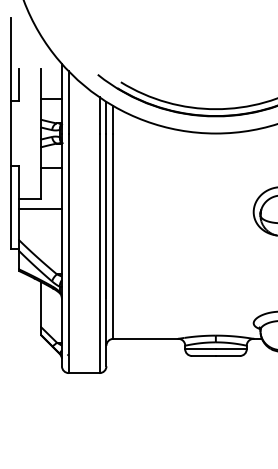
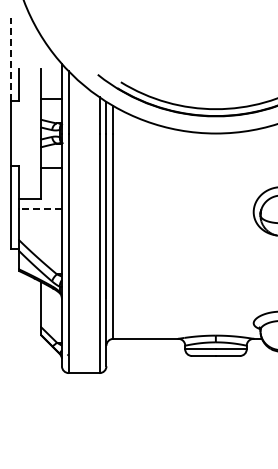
line at (10, 59): solid -> dashed
line at (40, 208): solid -> dashed
